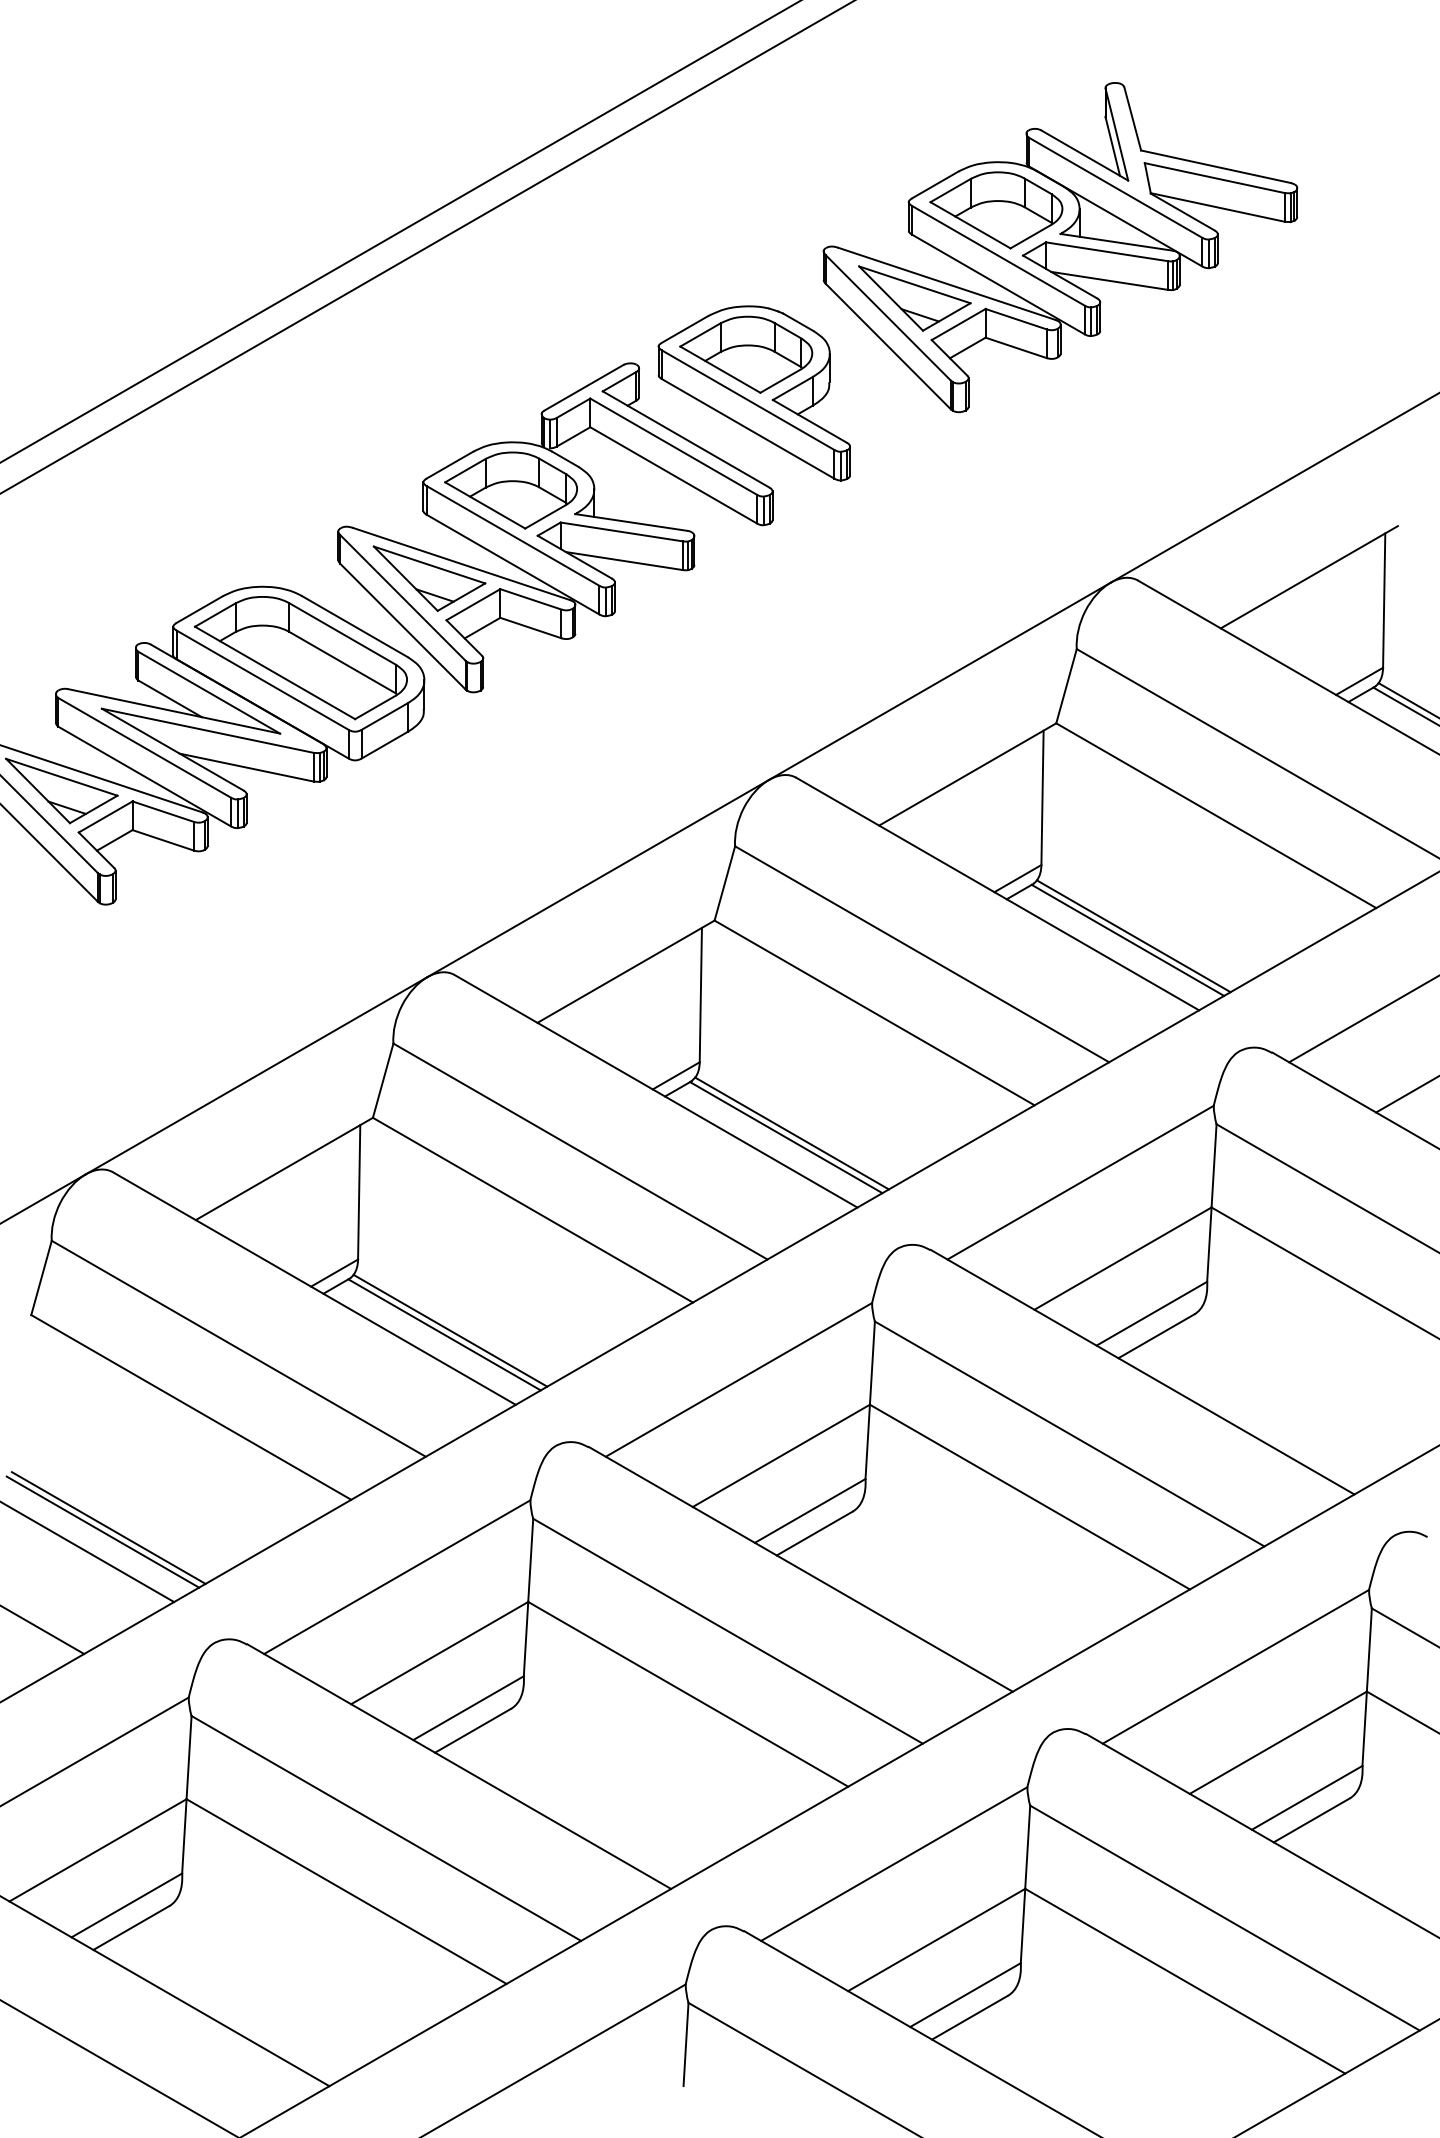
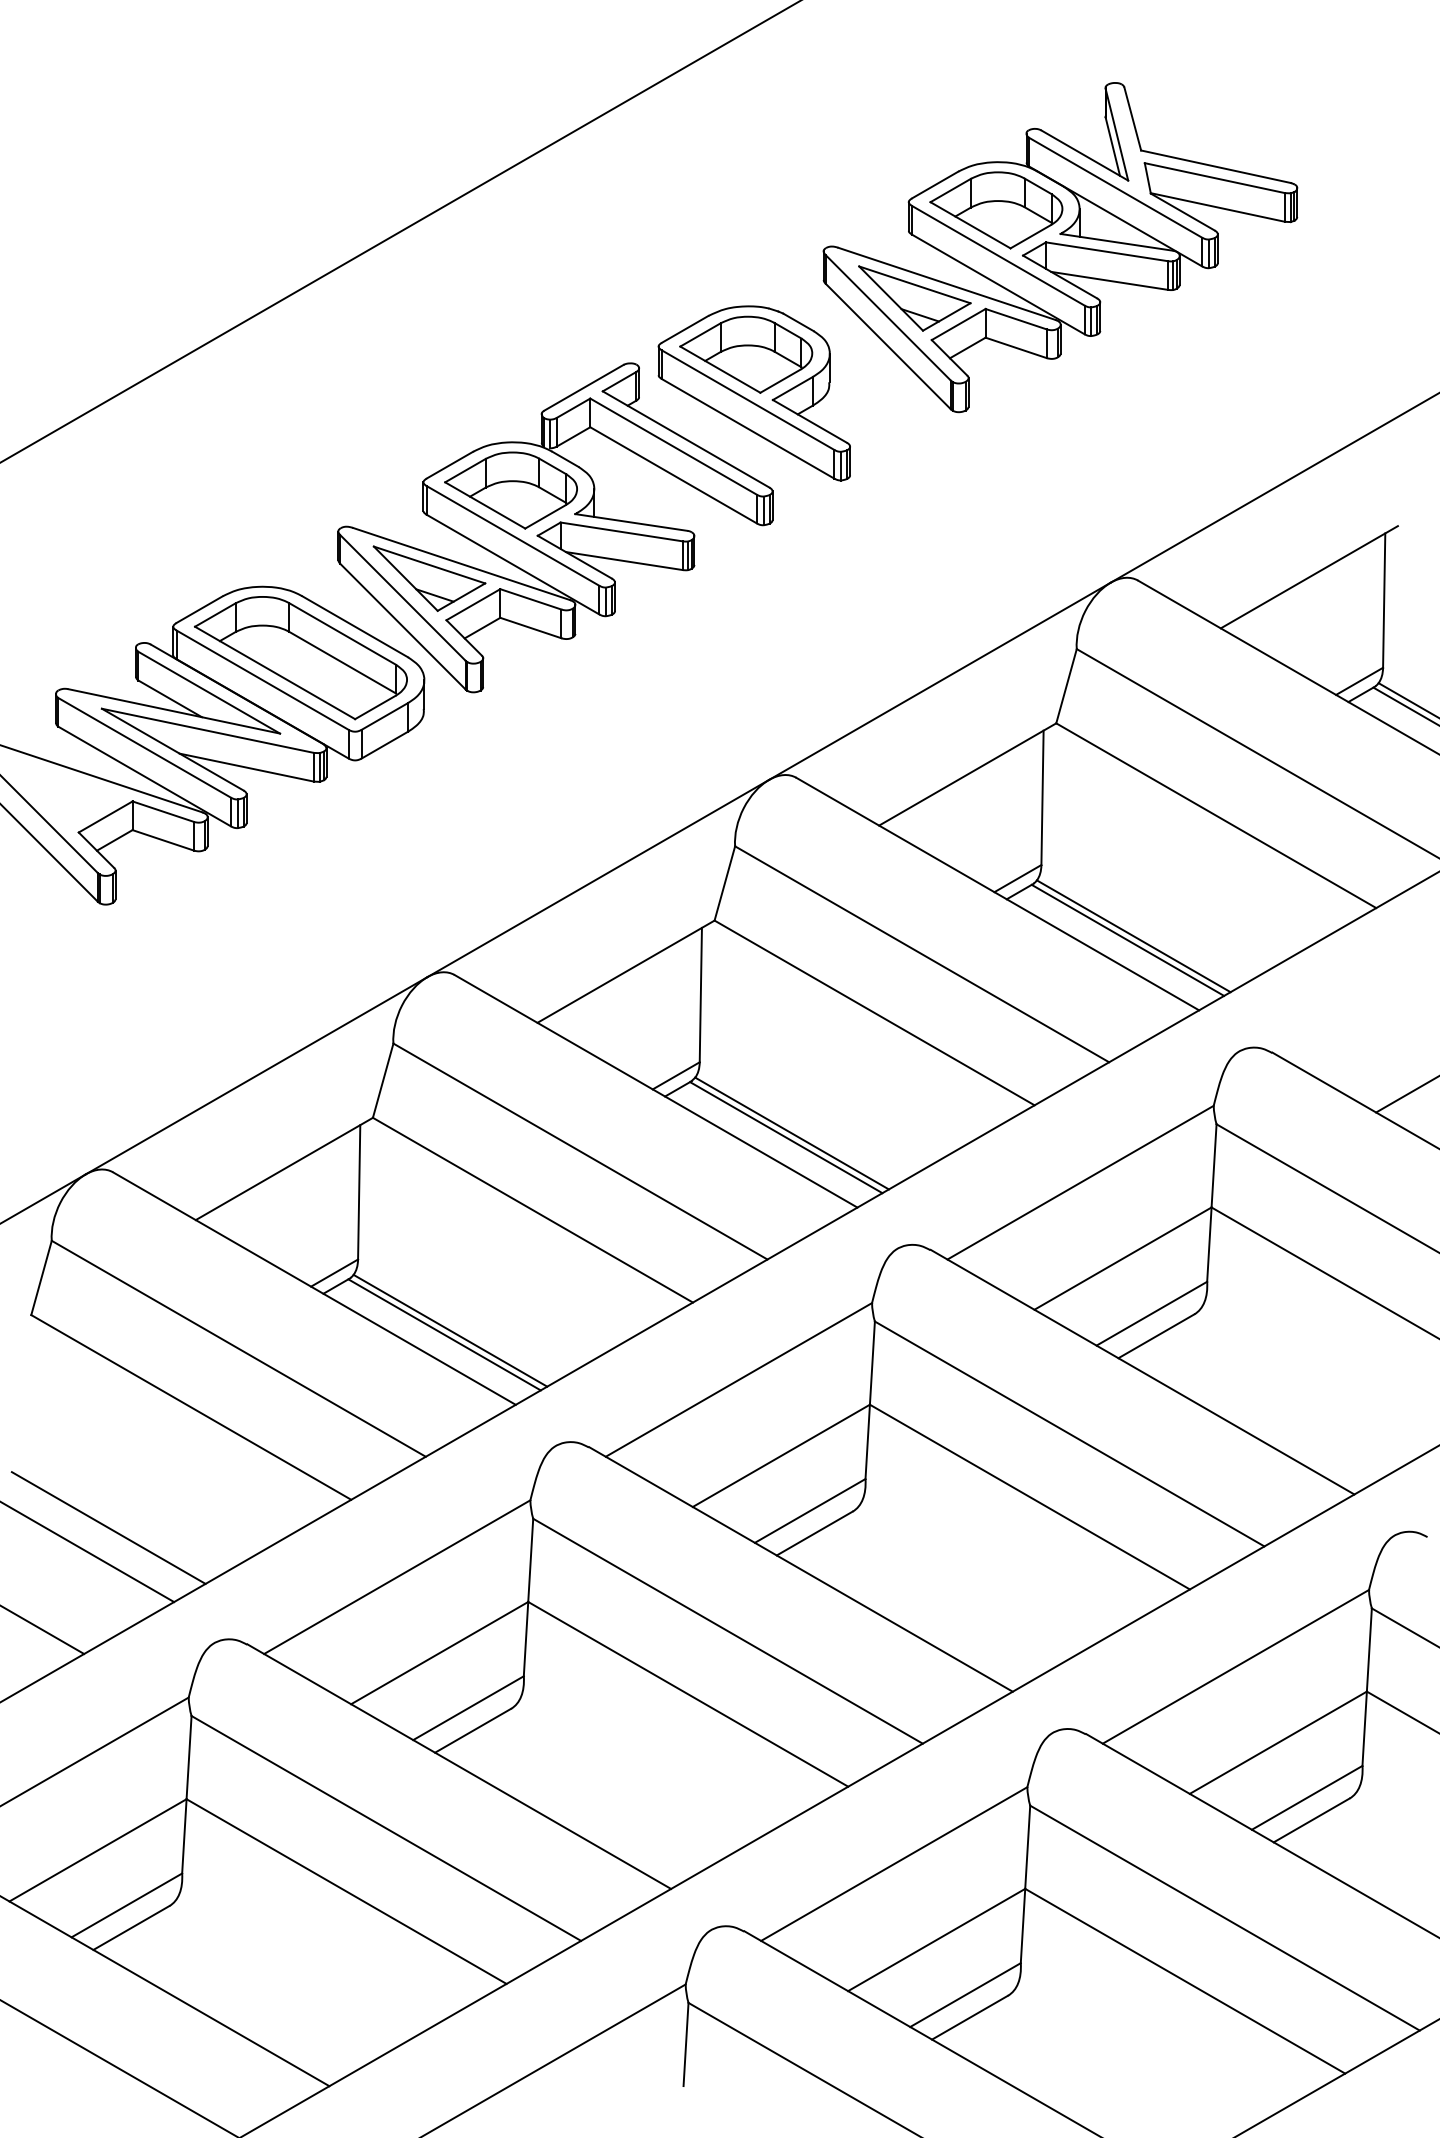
line at (426, 247): present -> none
part at (61, 790): present -> none
line at (1362, 1019): present -> none
line at (102, 1531): present -> none
